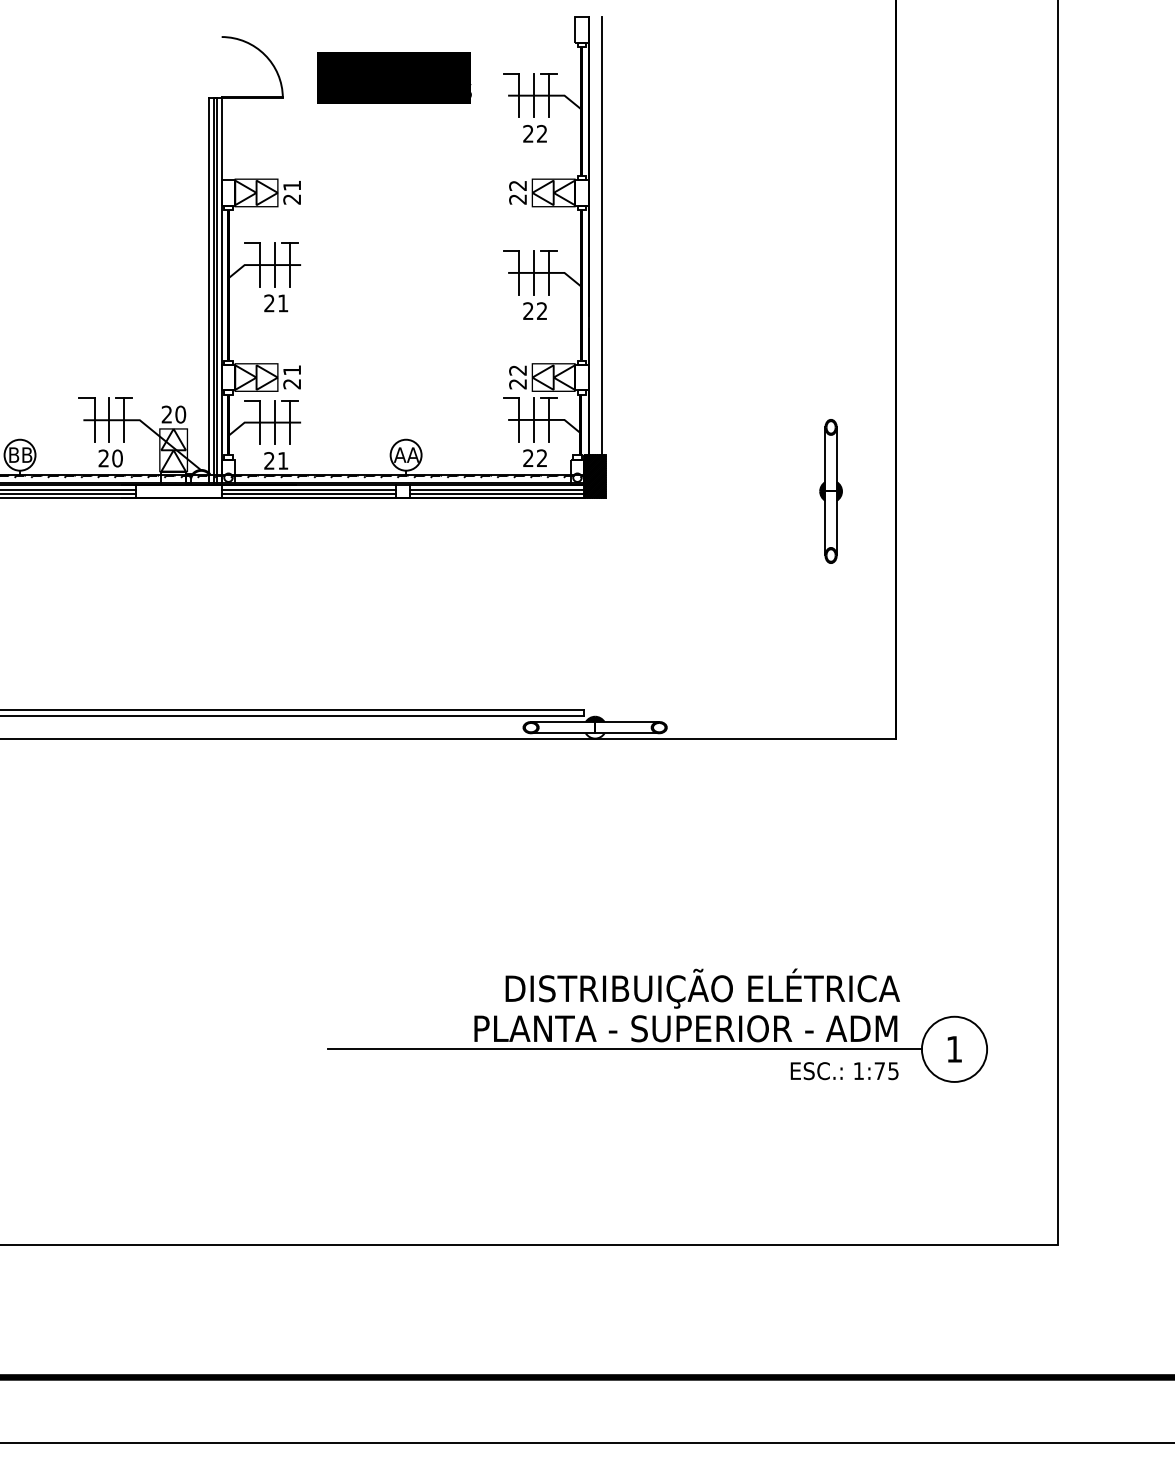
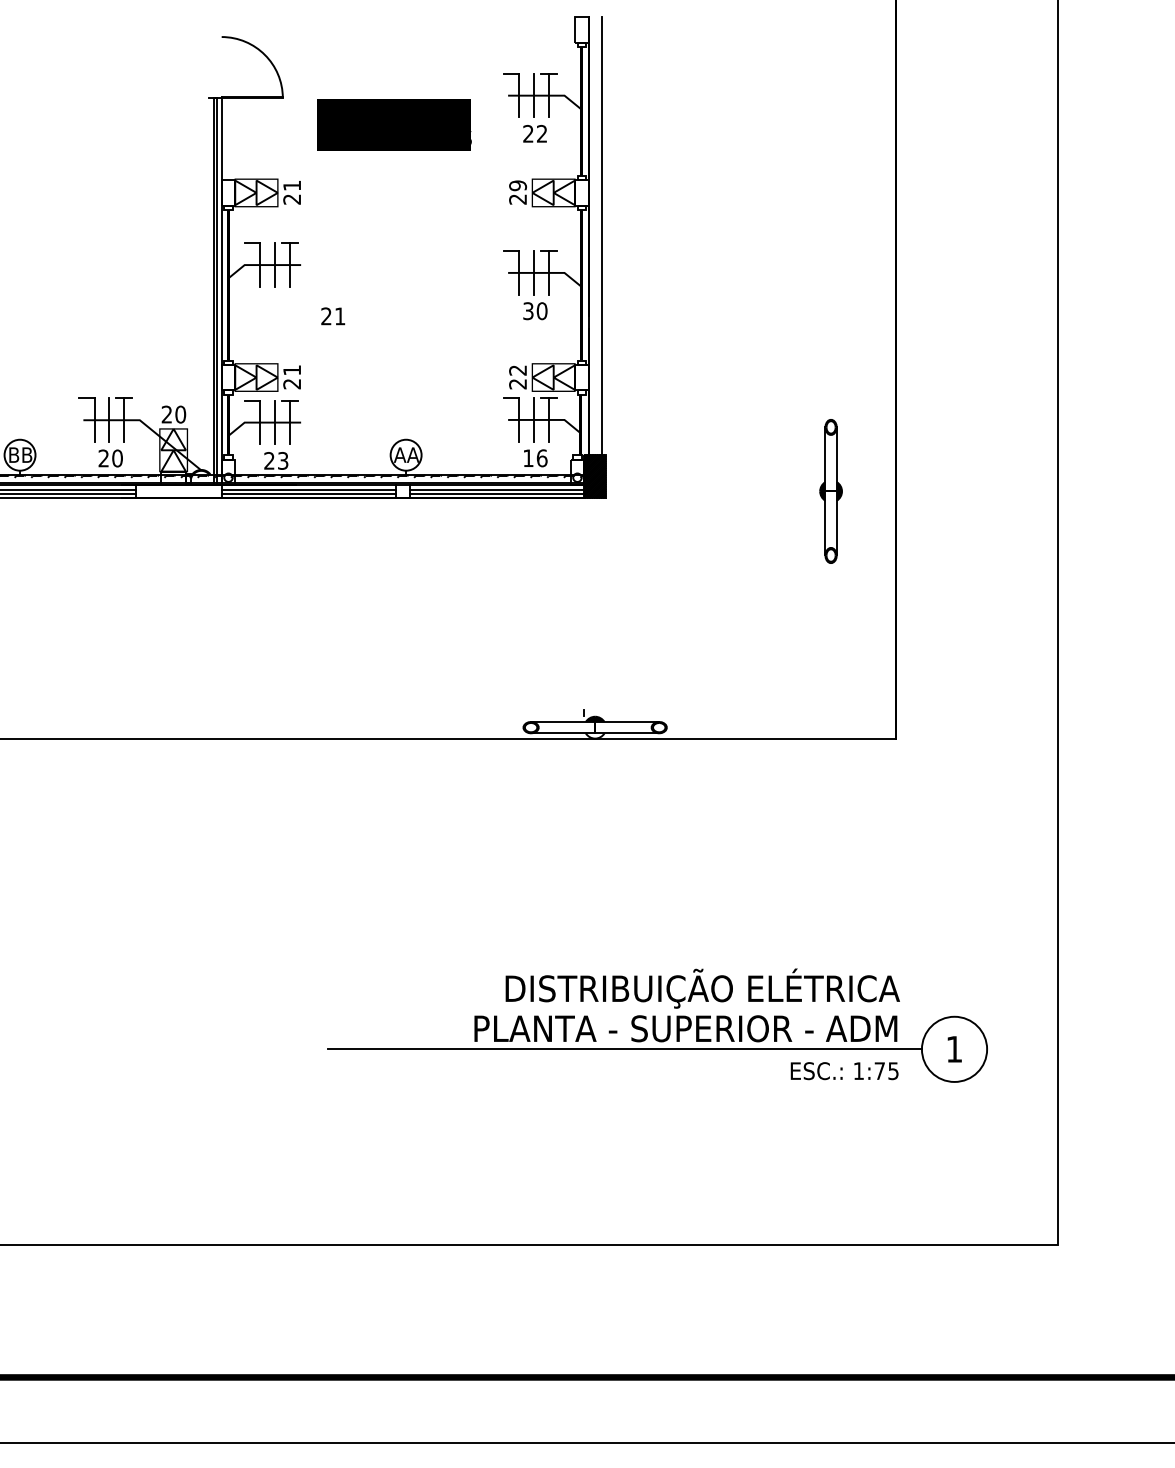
text at (394, 77) position: (394, 77) -> (394, 124)
text at (518, 185): 22 -> 29
line at (208, 291): present -> none
text at (276, 303) position: (276, 303) -> (333, 316)
text at (535, 311): 22 -> 30
text at (535, 458): 22 -> 16
text at (283, 460): 21 -> 23
line at (293, 710): present -> none
line at (293, 715): present -> none
